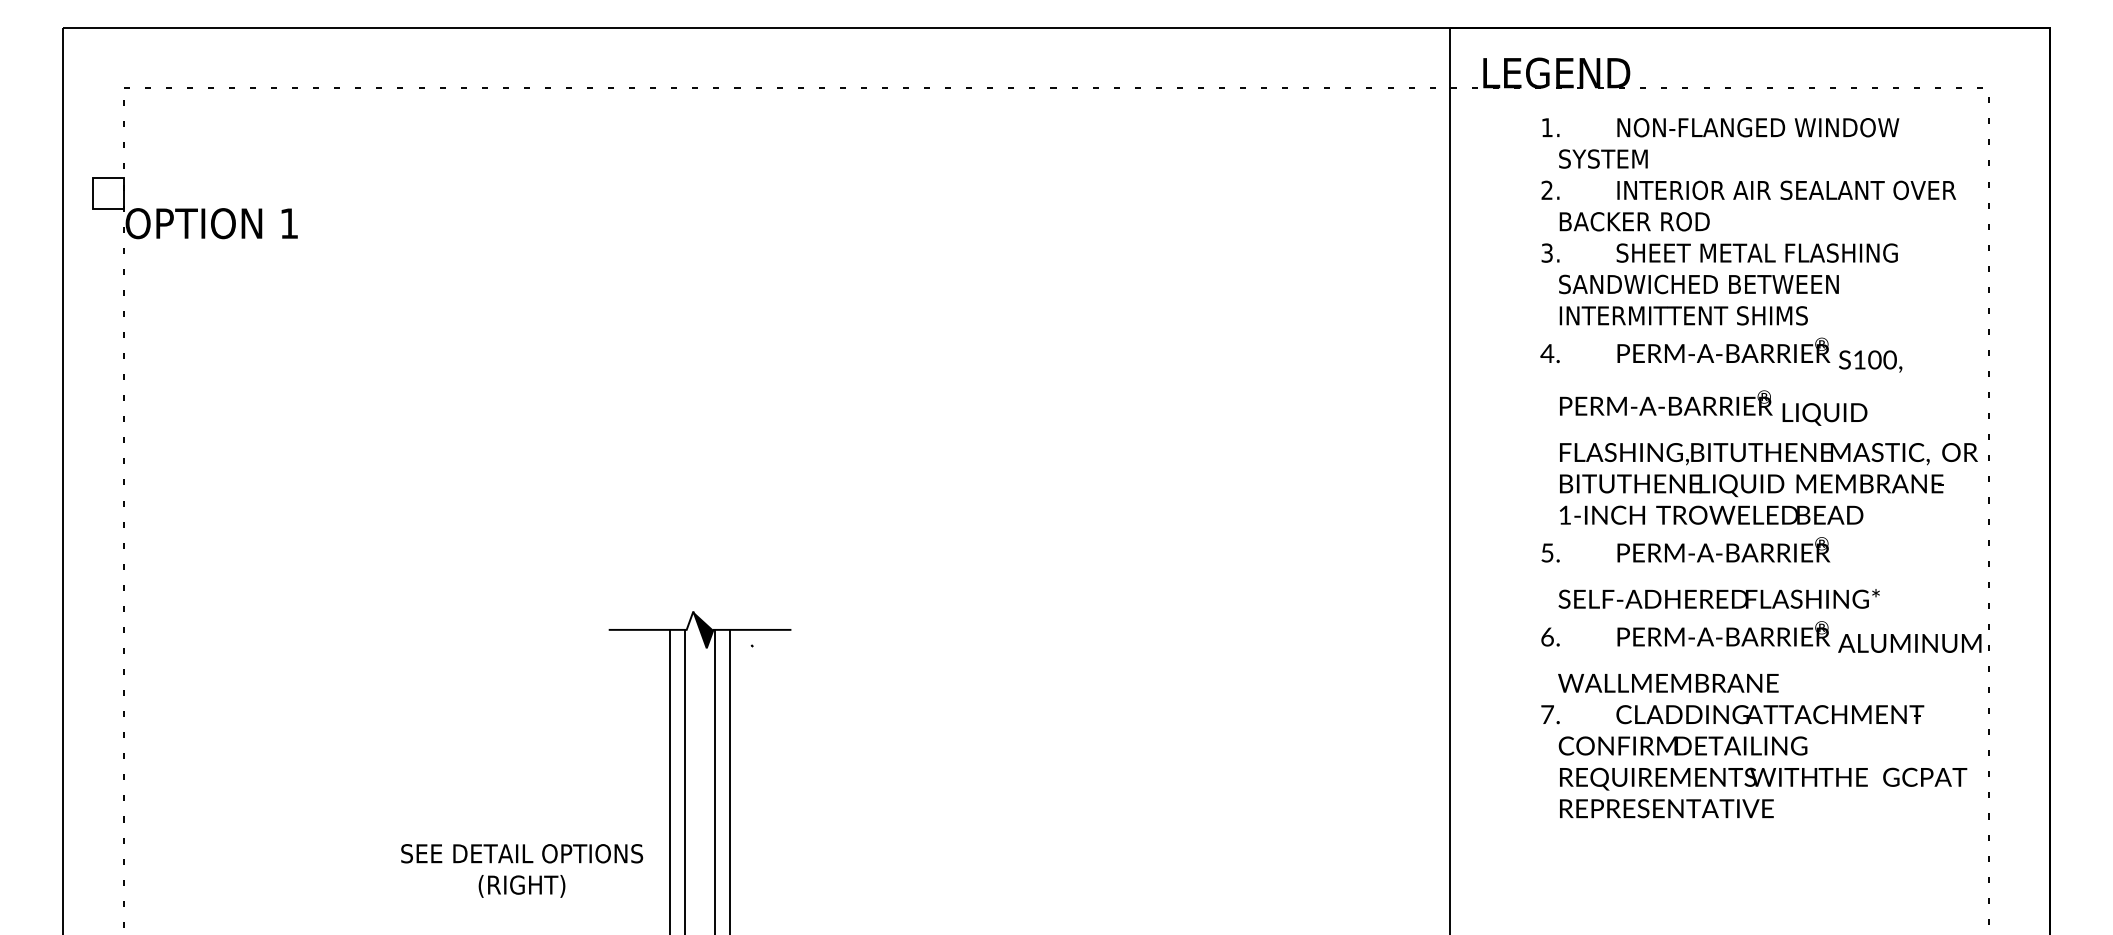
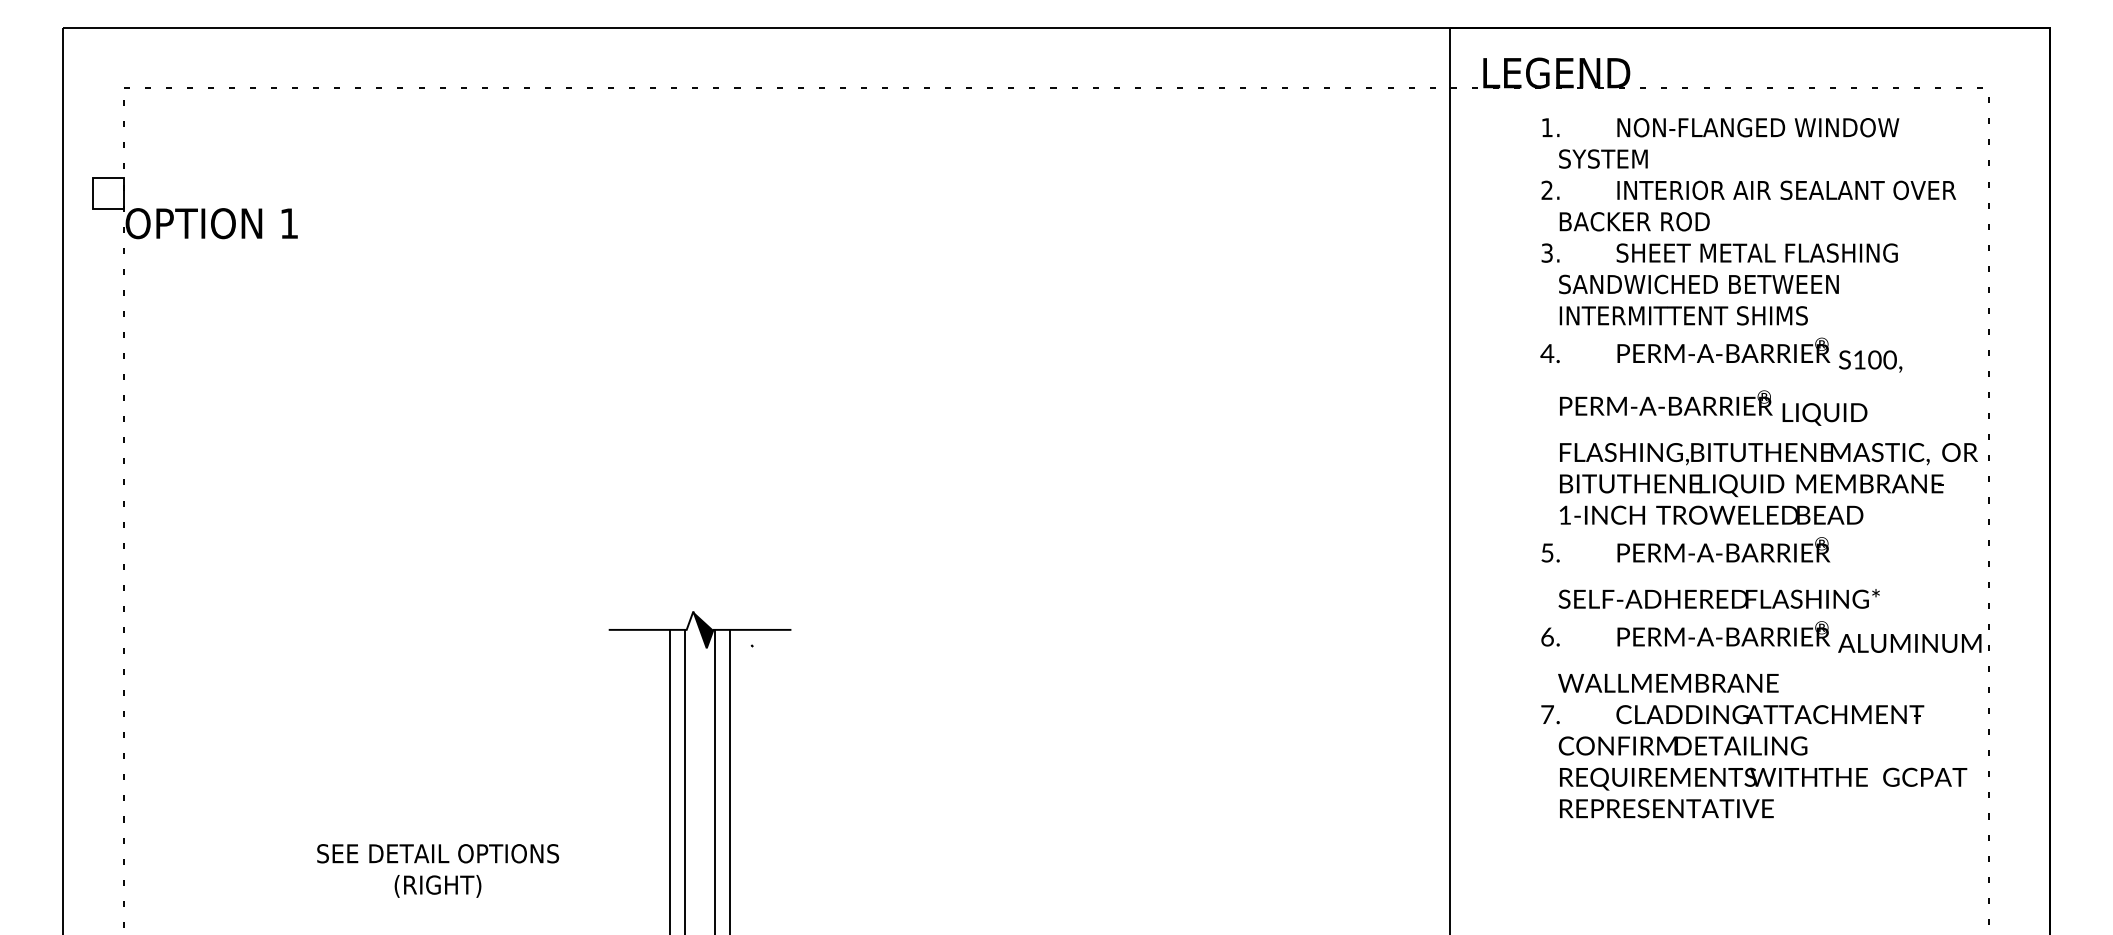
text at (522, 870) position: (522, 870) -> (438, 870)
